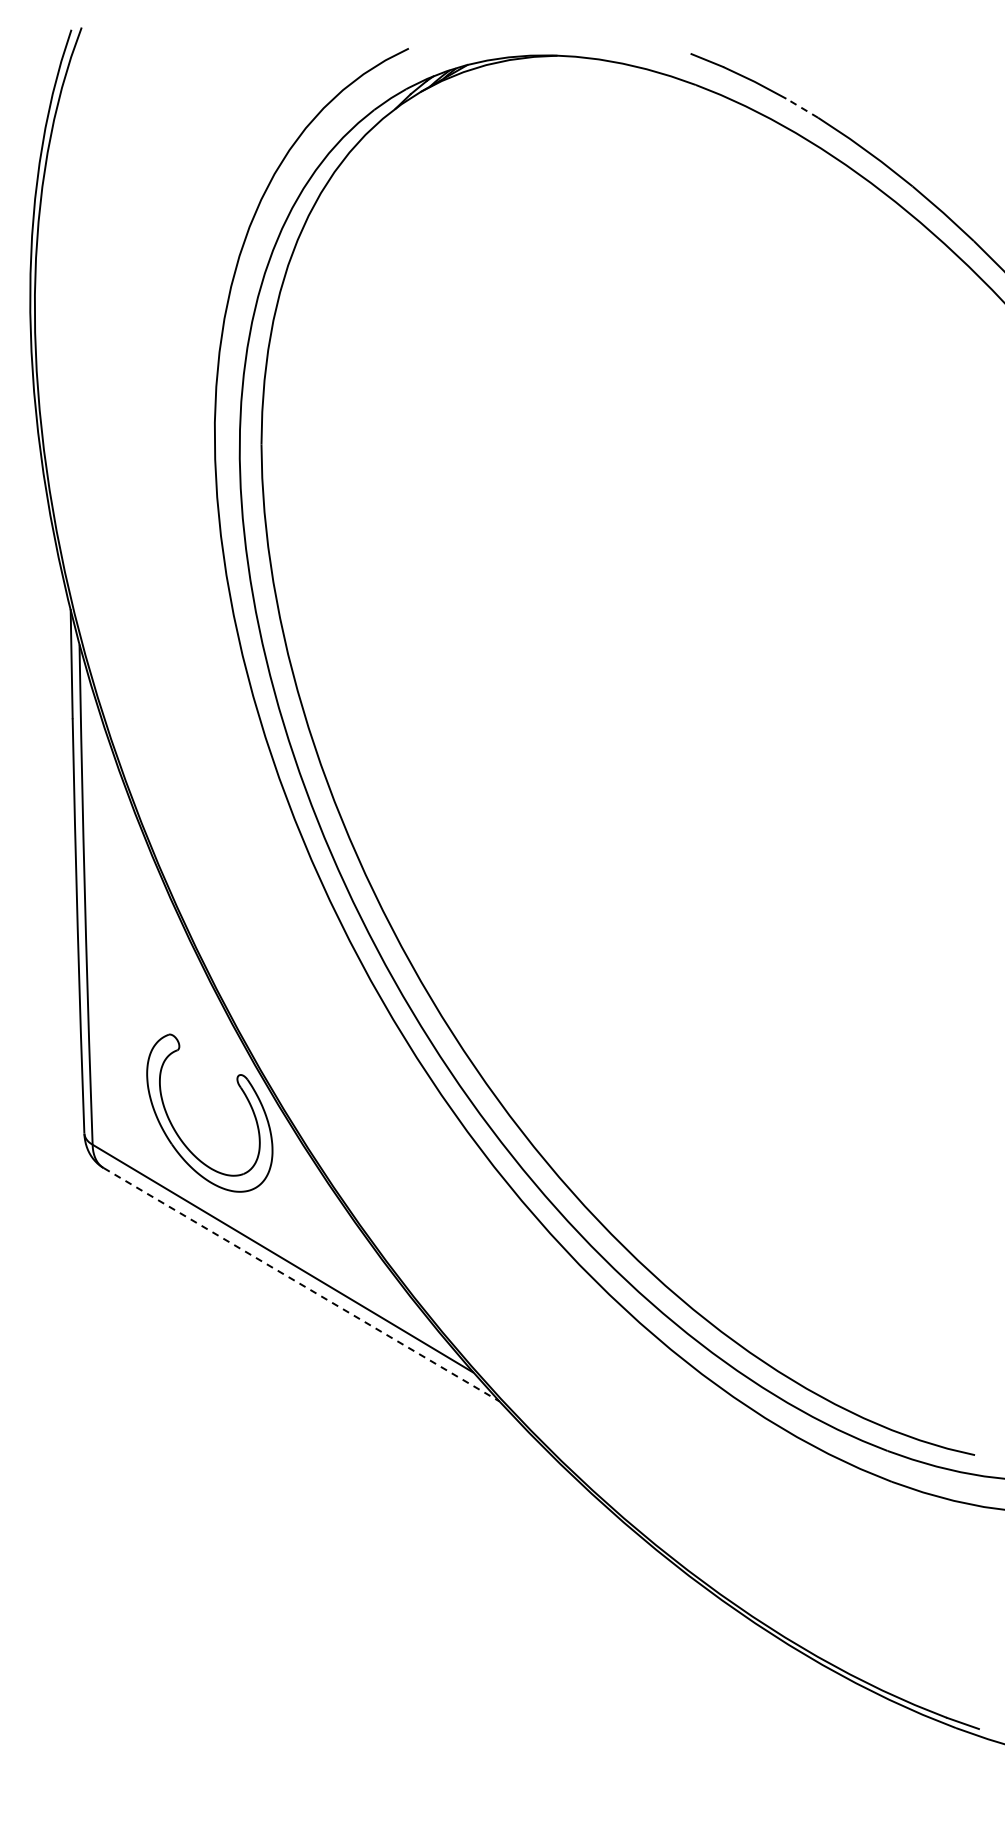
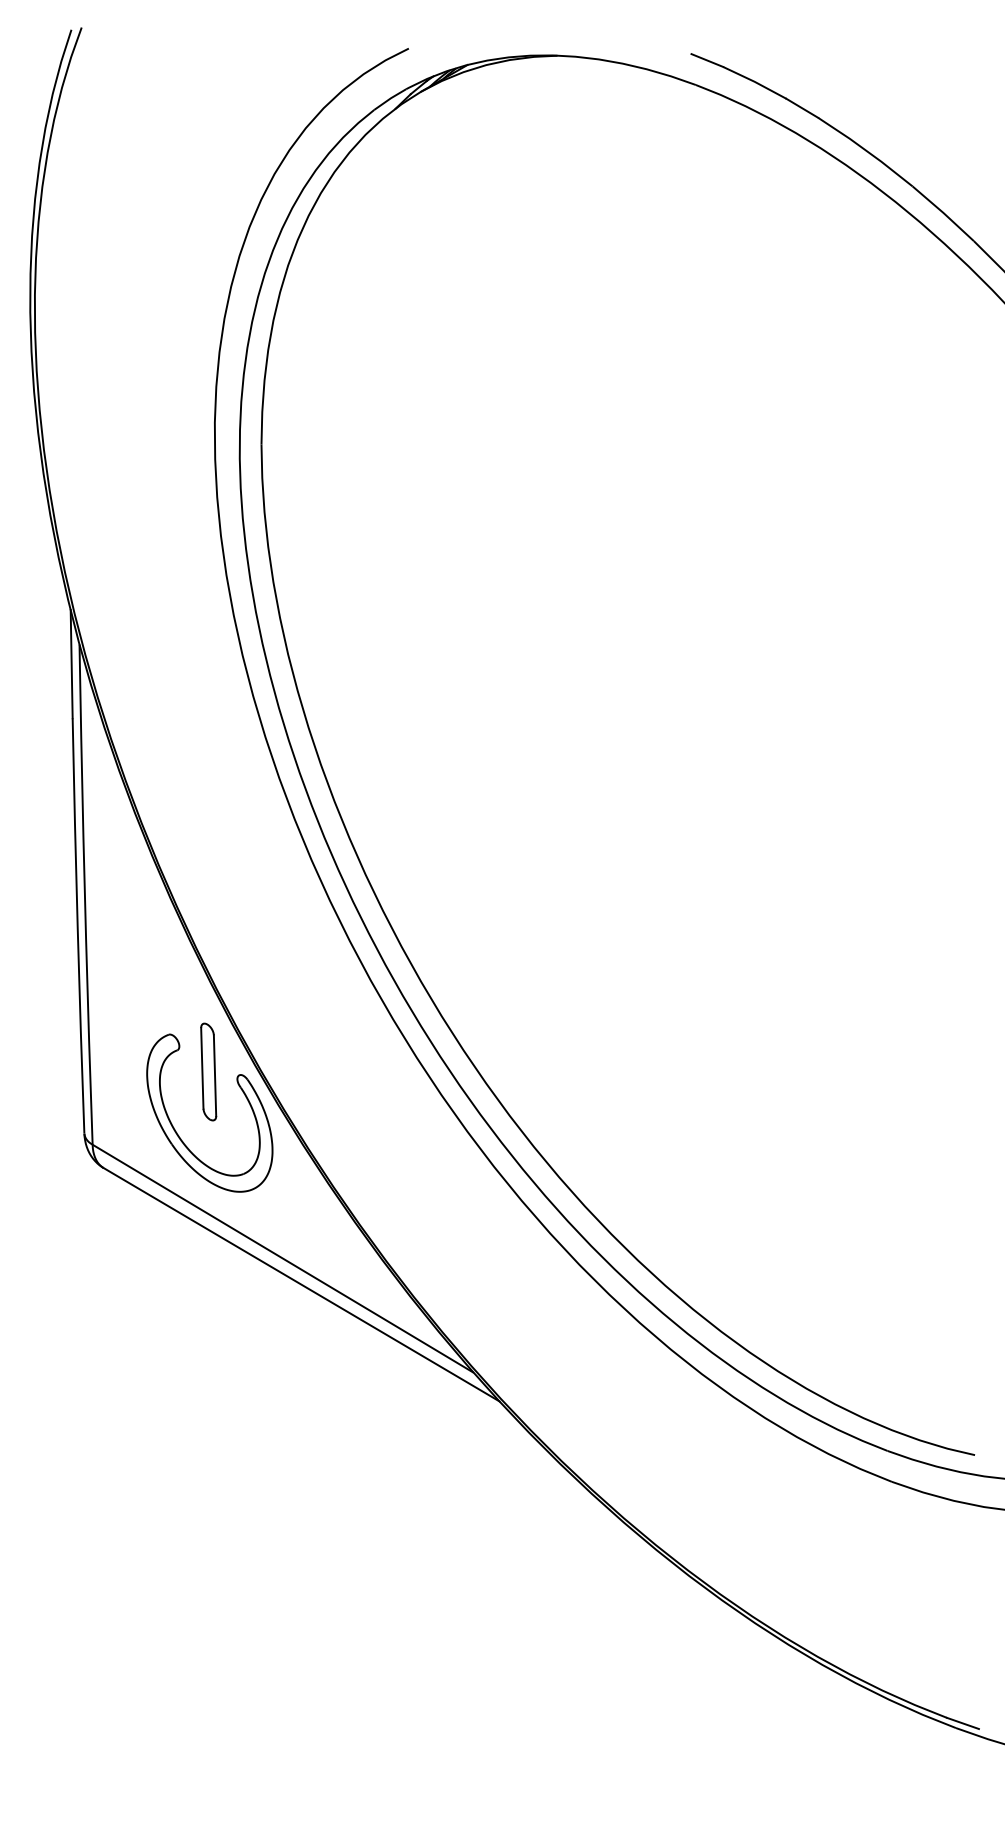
line at (802, 108): dashed -> solid
part at (208, 1071): none -> present
line at (301, 1284): dashed -> solid
